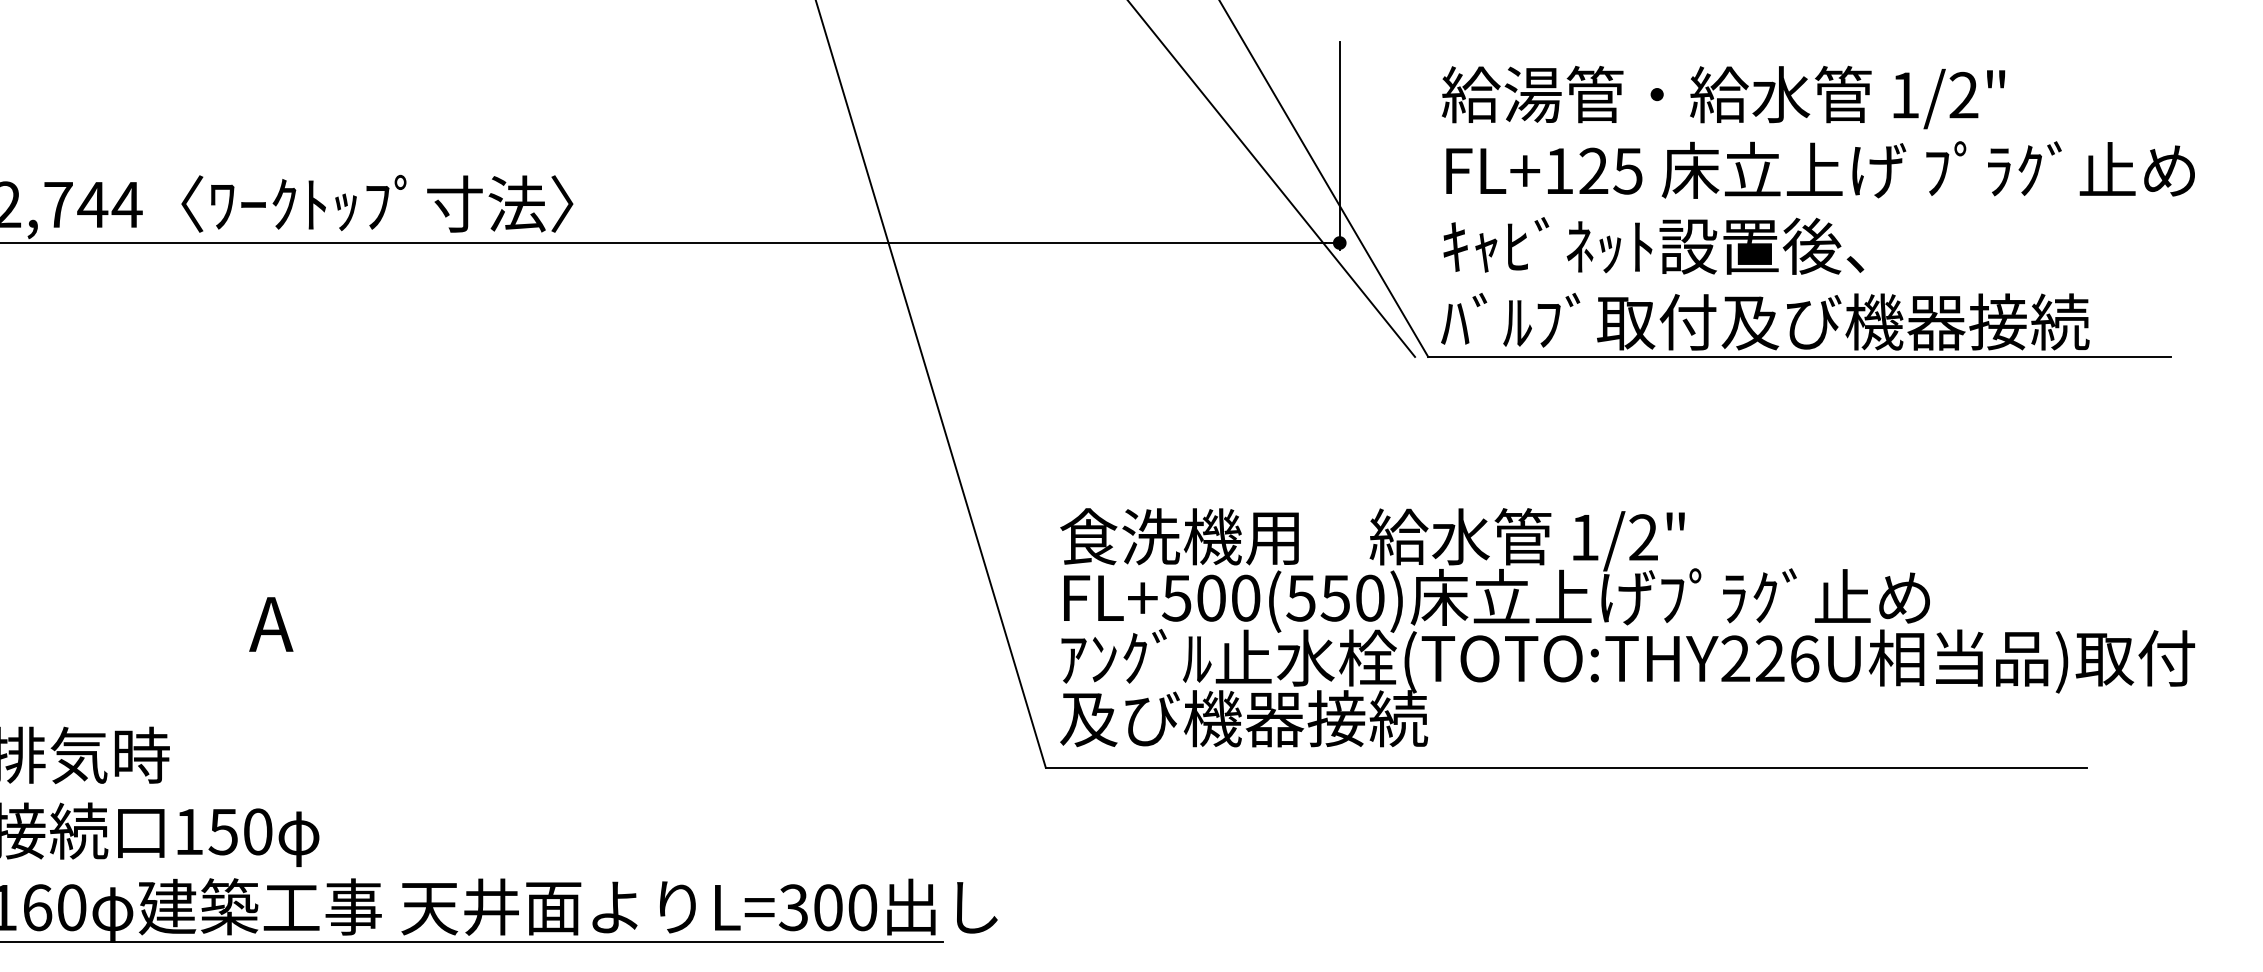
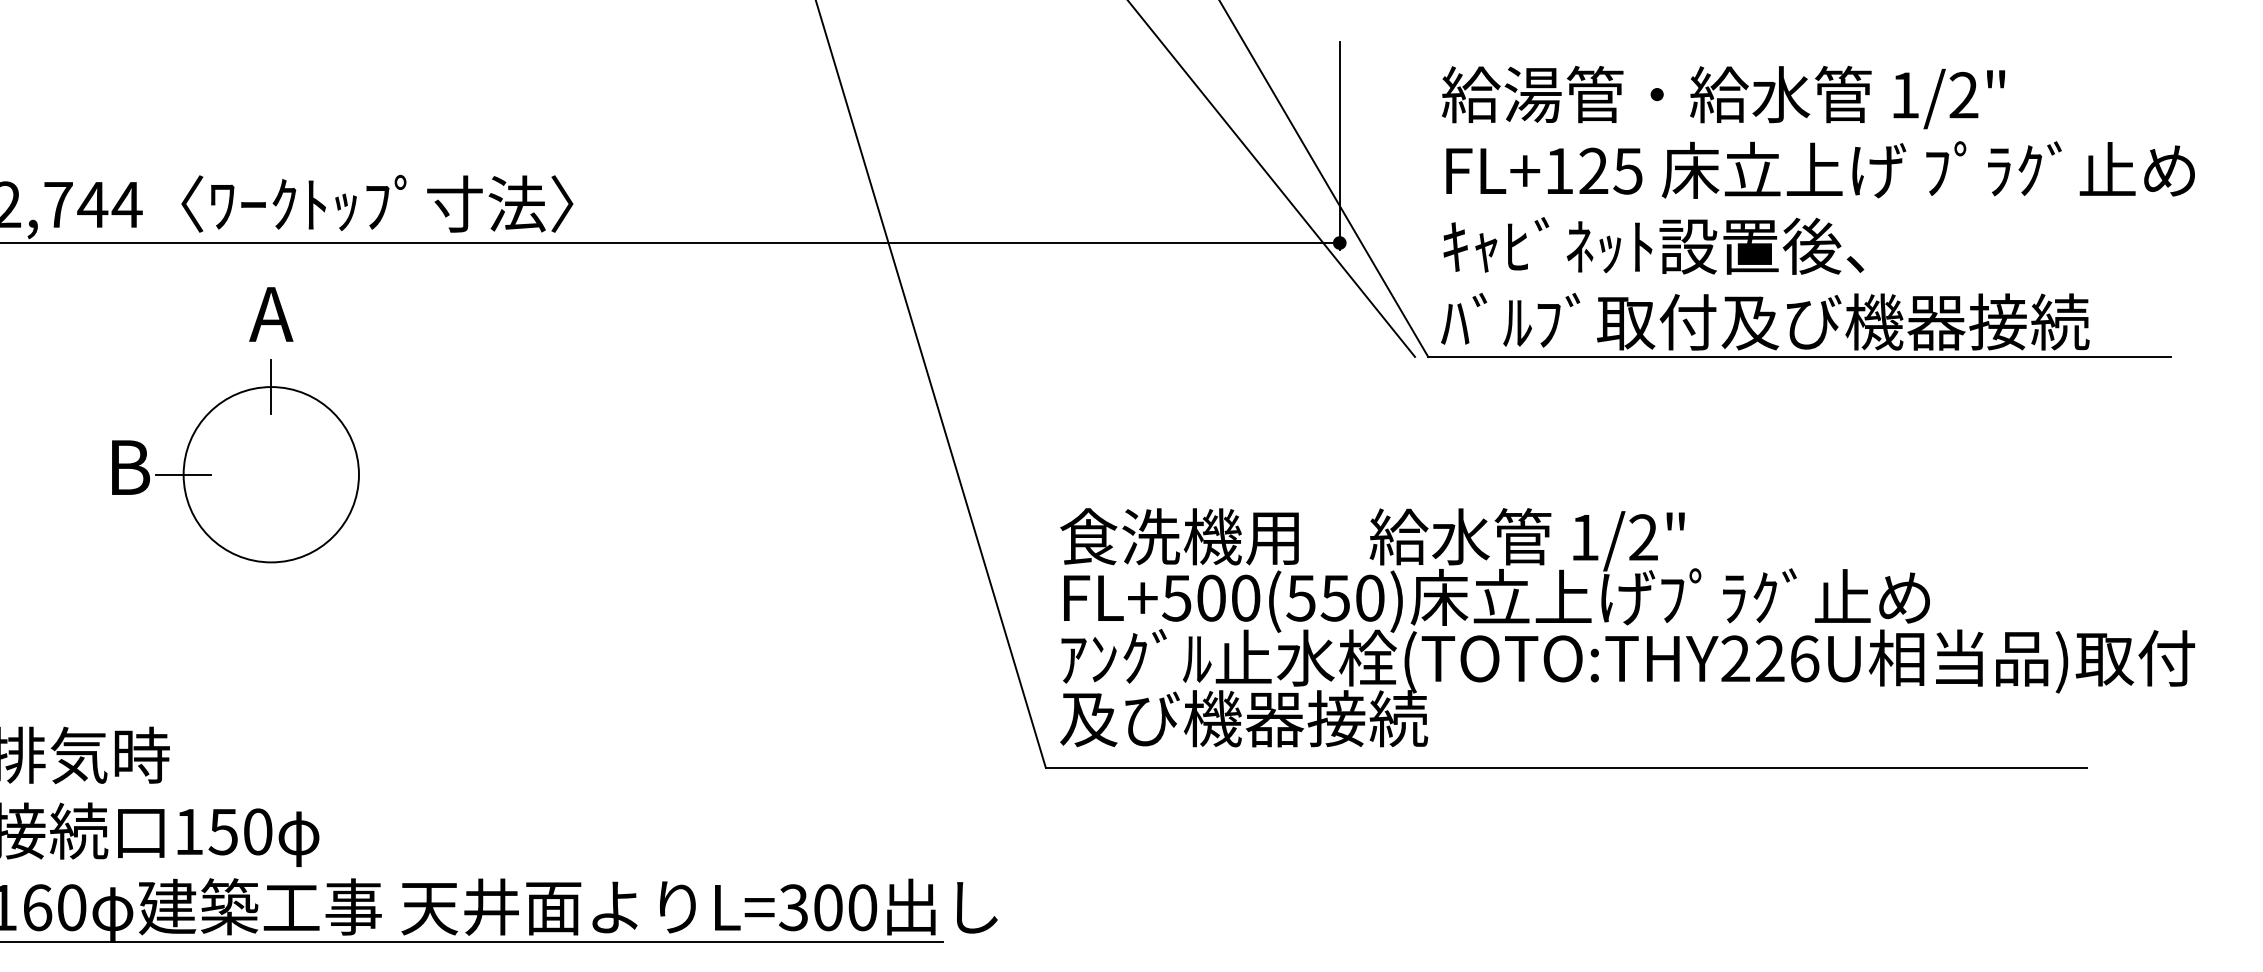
part at (235, 461): none -> present
text at (271, 624) position: (271, 624) -> (271, 314)
